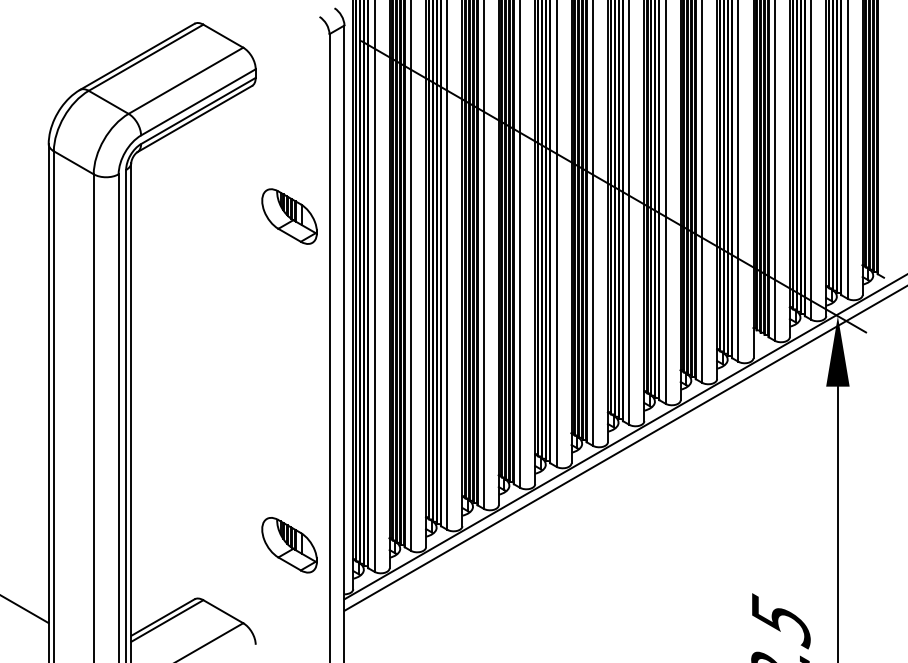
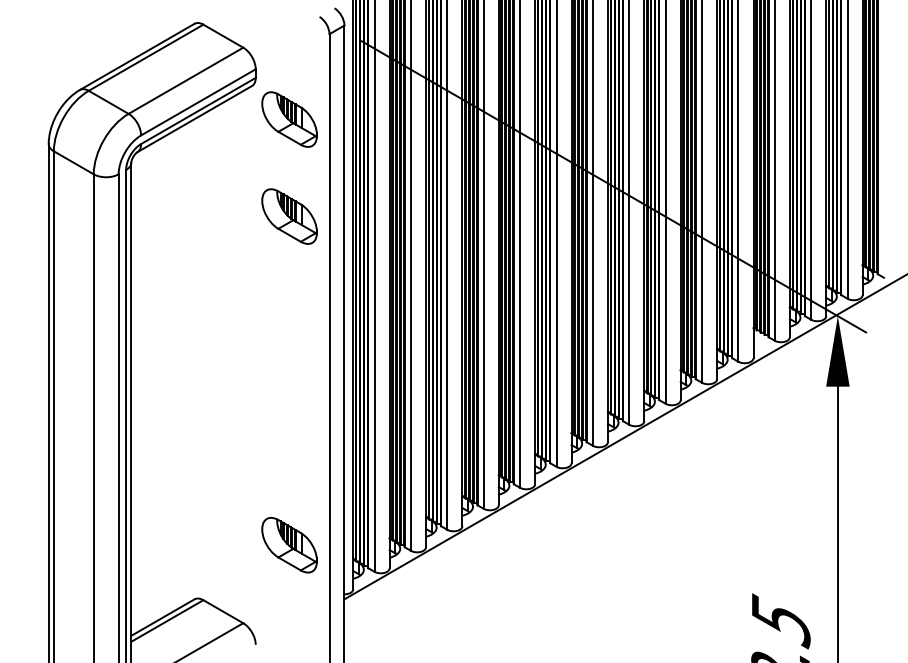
part at (289, 119): none -> present
line at (624, 448): present -> none
line at (25, 609): present -> none
